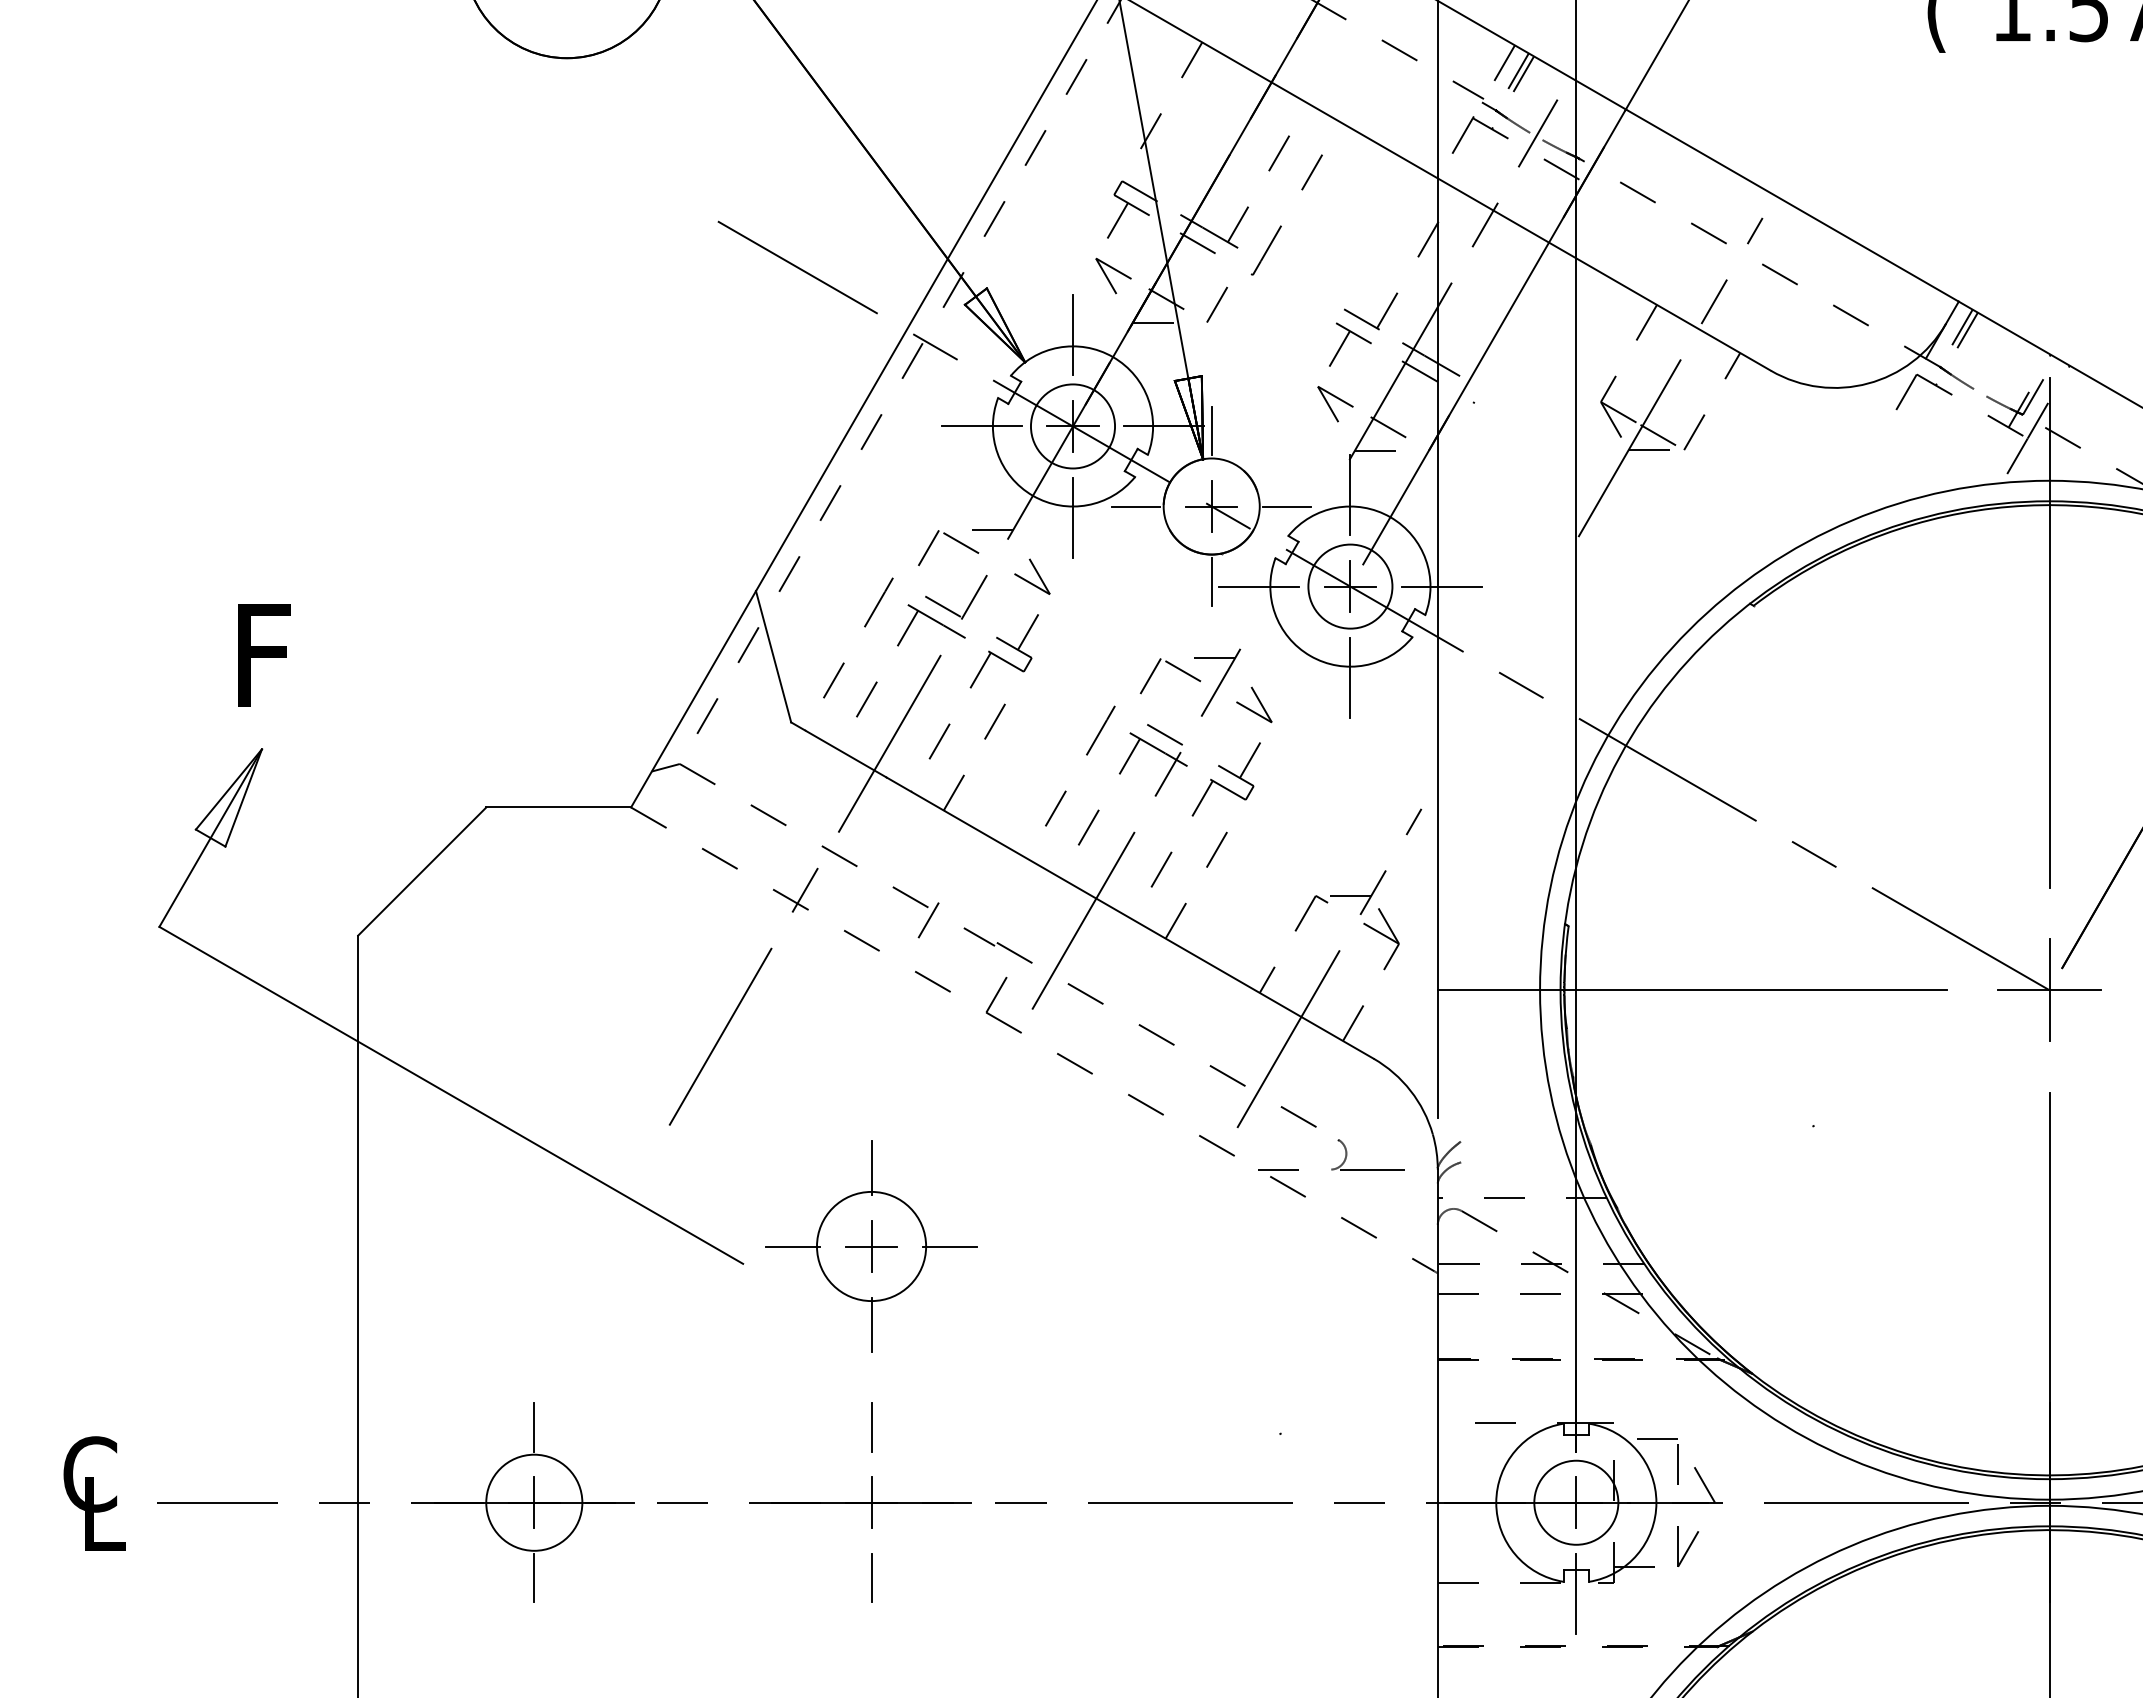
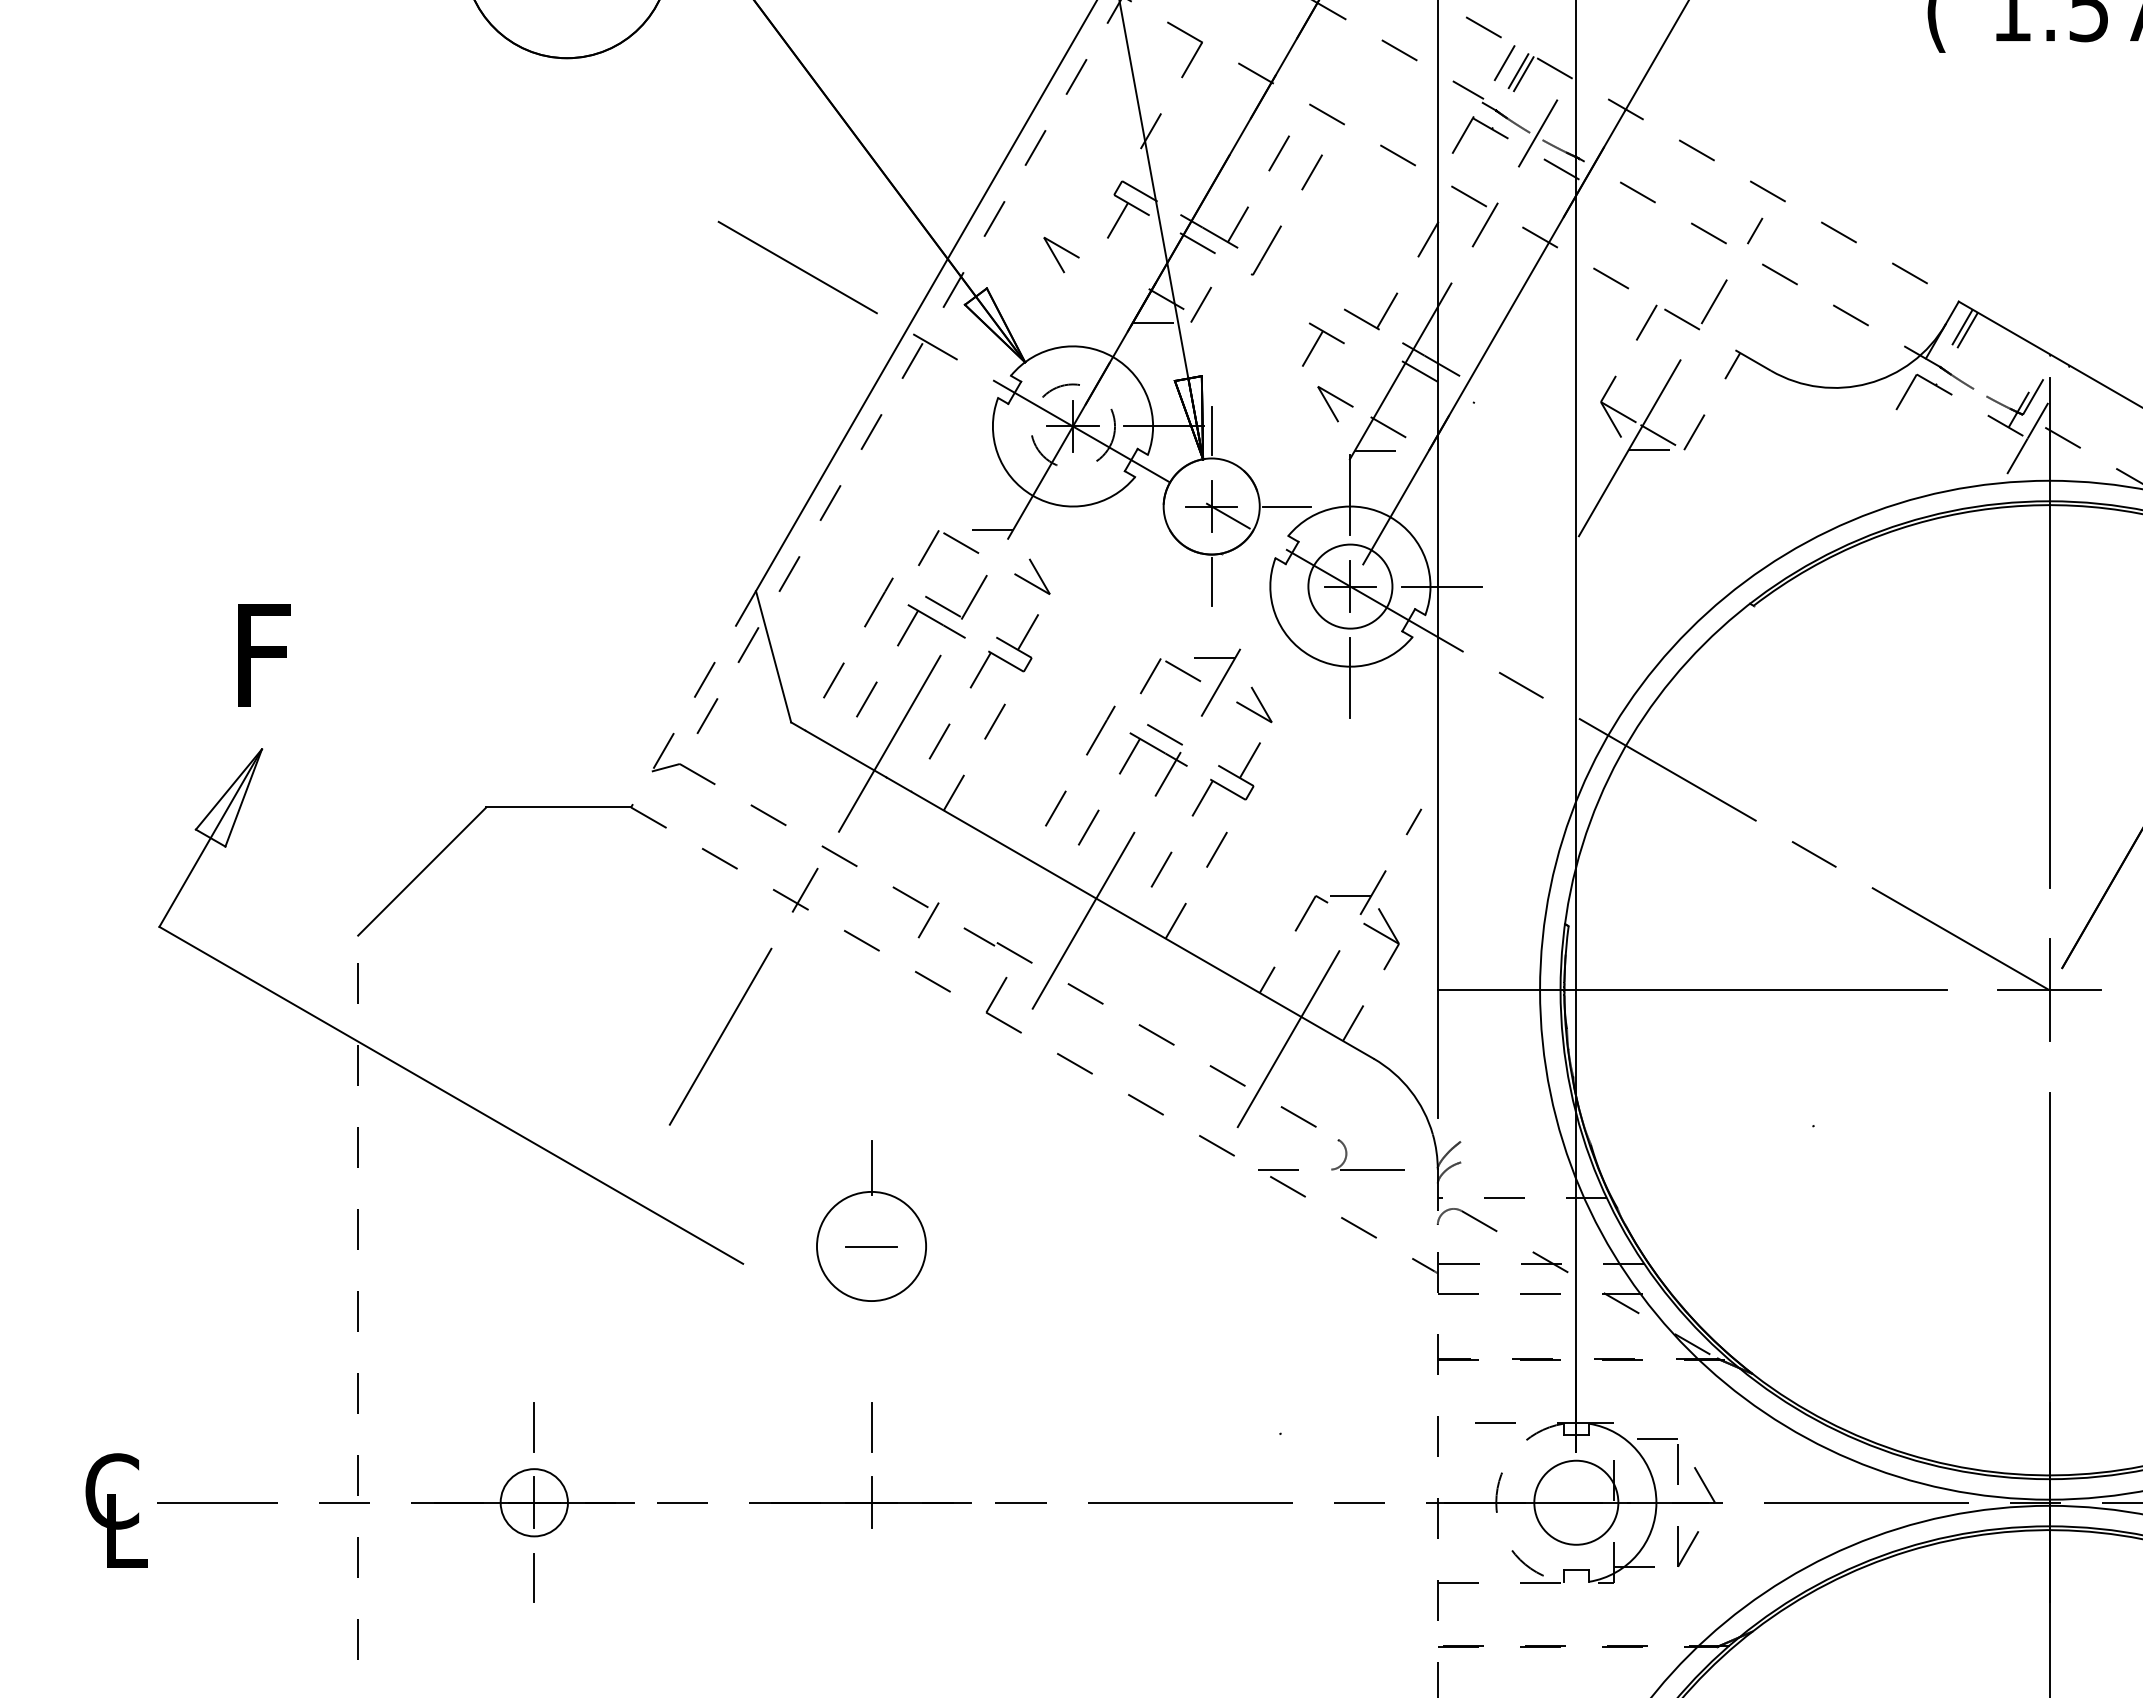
line at (1698, 151): solid -> dashed
line at (1449, 185): solid -> dashed
part at (1113, 275) position: (1113, 275) -> (1061, 254)
line at (1216, 304) position: (1216, 304) -> (1200, 304)
line at (1073, 335): present -> none
part at (1350, 344) position: (1350, 344) -> (1323, 344)
line at (981, 426): present -> none
circle at (1072, 426): solid -> dashed
line at (1136, 506): present -> none
line at (1073, 517): present -> none
line at (1259, 586): present -> none
line at (693, 699): solid -> dashed
line at (792, 1246): present -> none
line at (871, 1246): present -> none
line at (949, 1246): present -> none
line at (358, 1316): solid -> dashed
line at (871, 1324): present -> none
line at (1437, 1433): solid -> dashed
text at (94, 1493) position: (94, 1493) -> (116, 1510)
circle at (534, 1502) diameter: 96 px -> 67 px
arc at (1496, 1502): solid -> dashed
line at (1576, 1502): present -> none
line at (871, 1578): present -> none
line at (1576, 1594): present -> none
